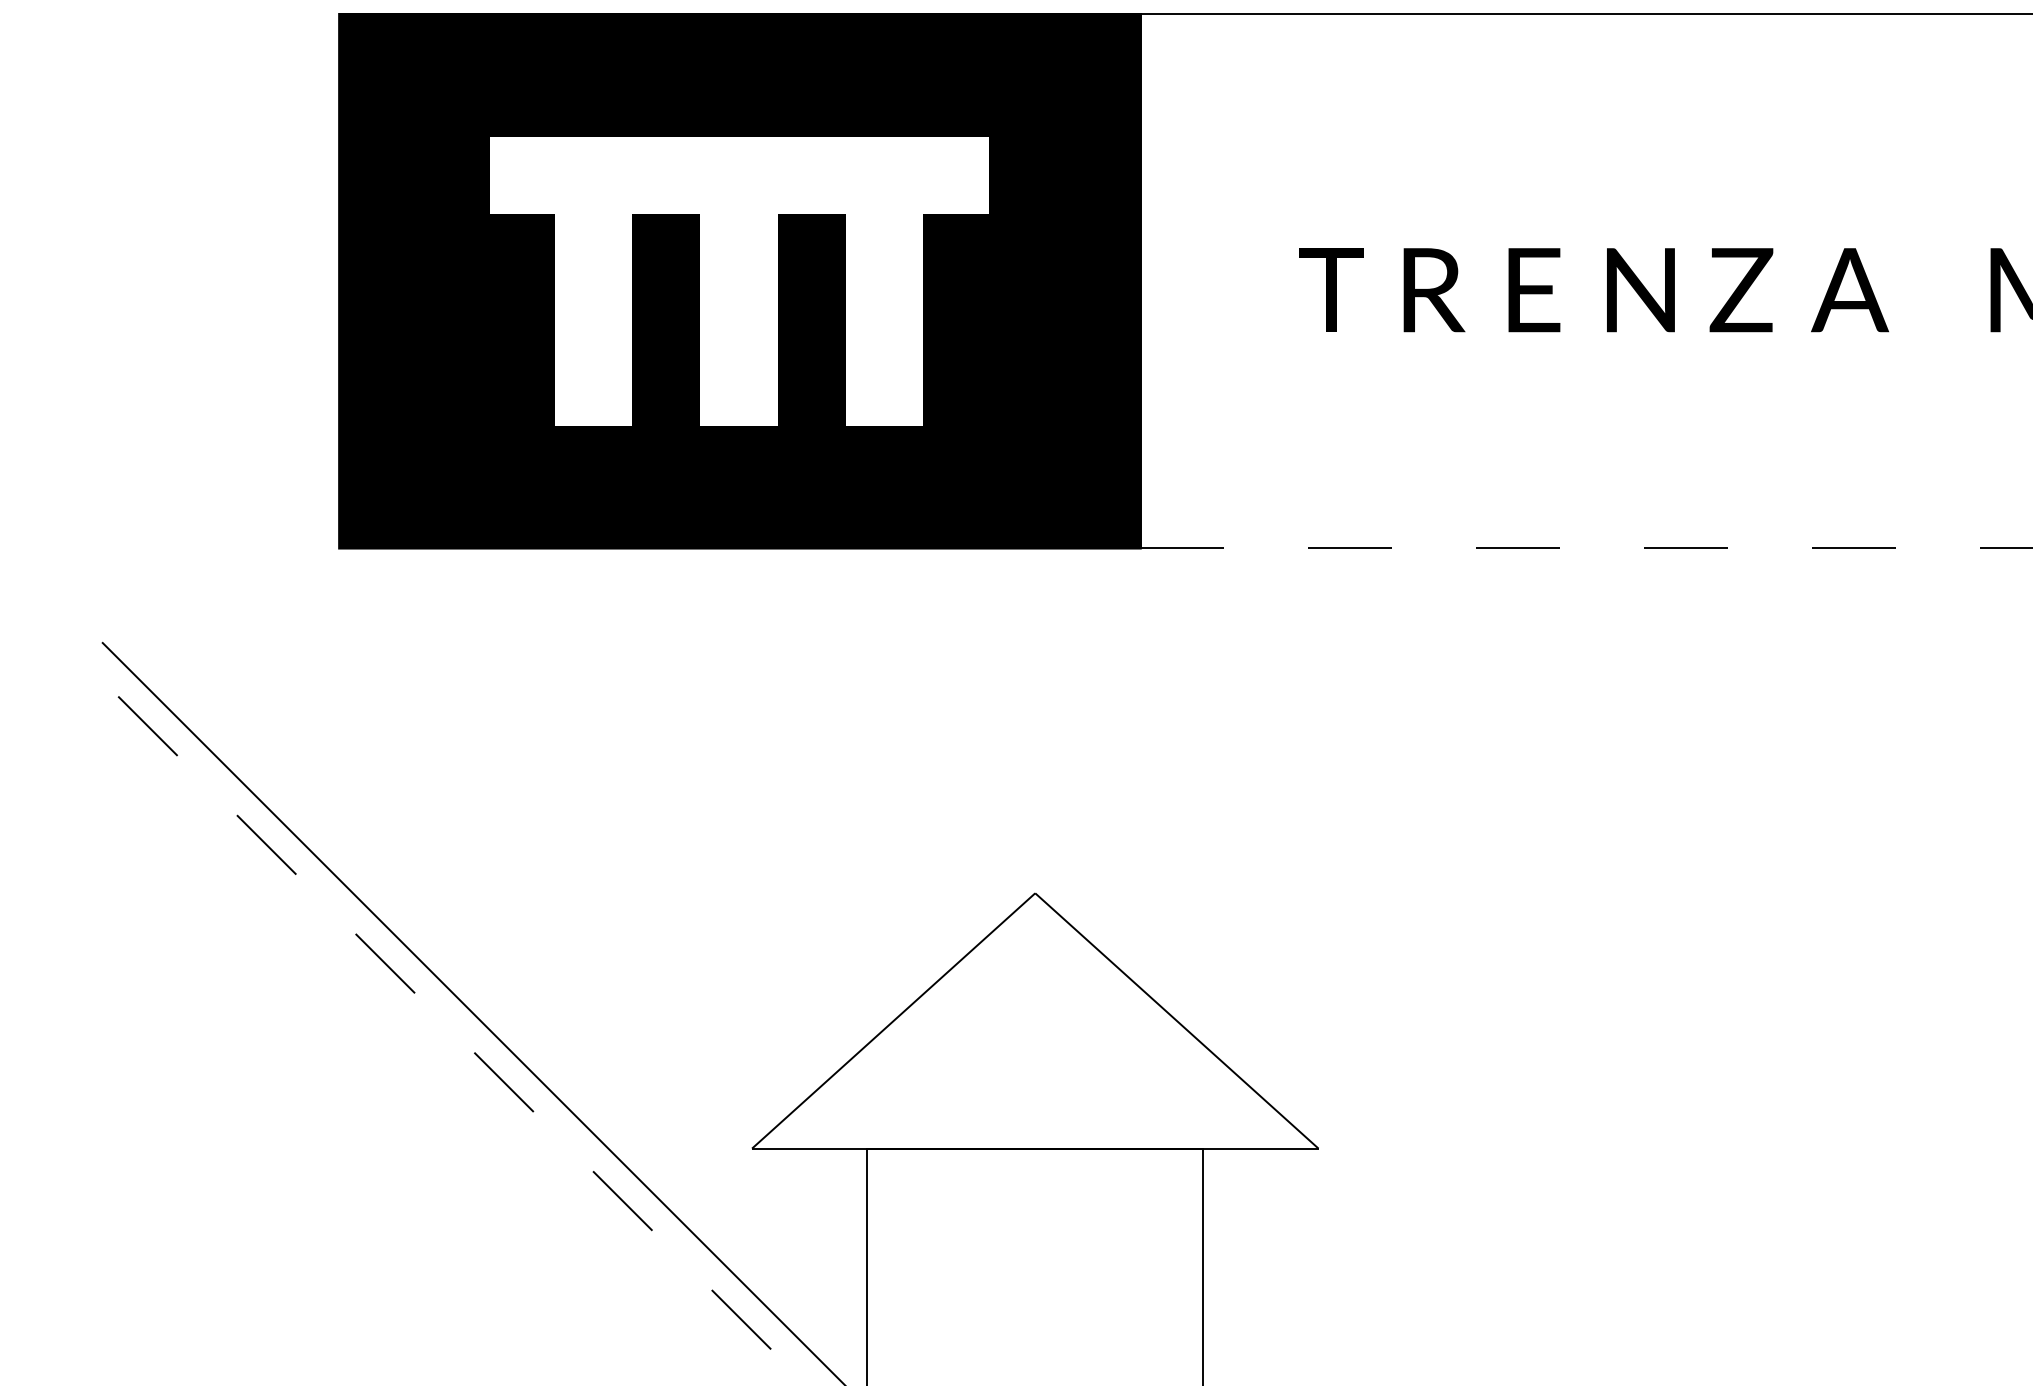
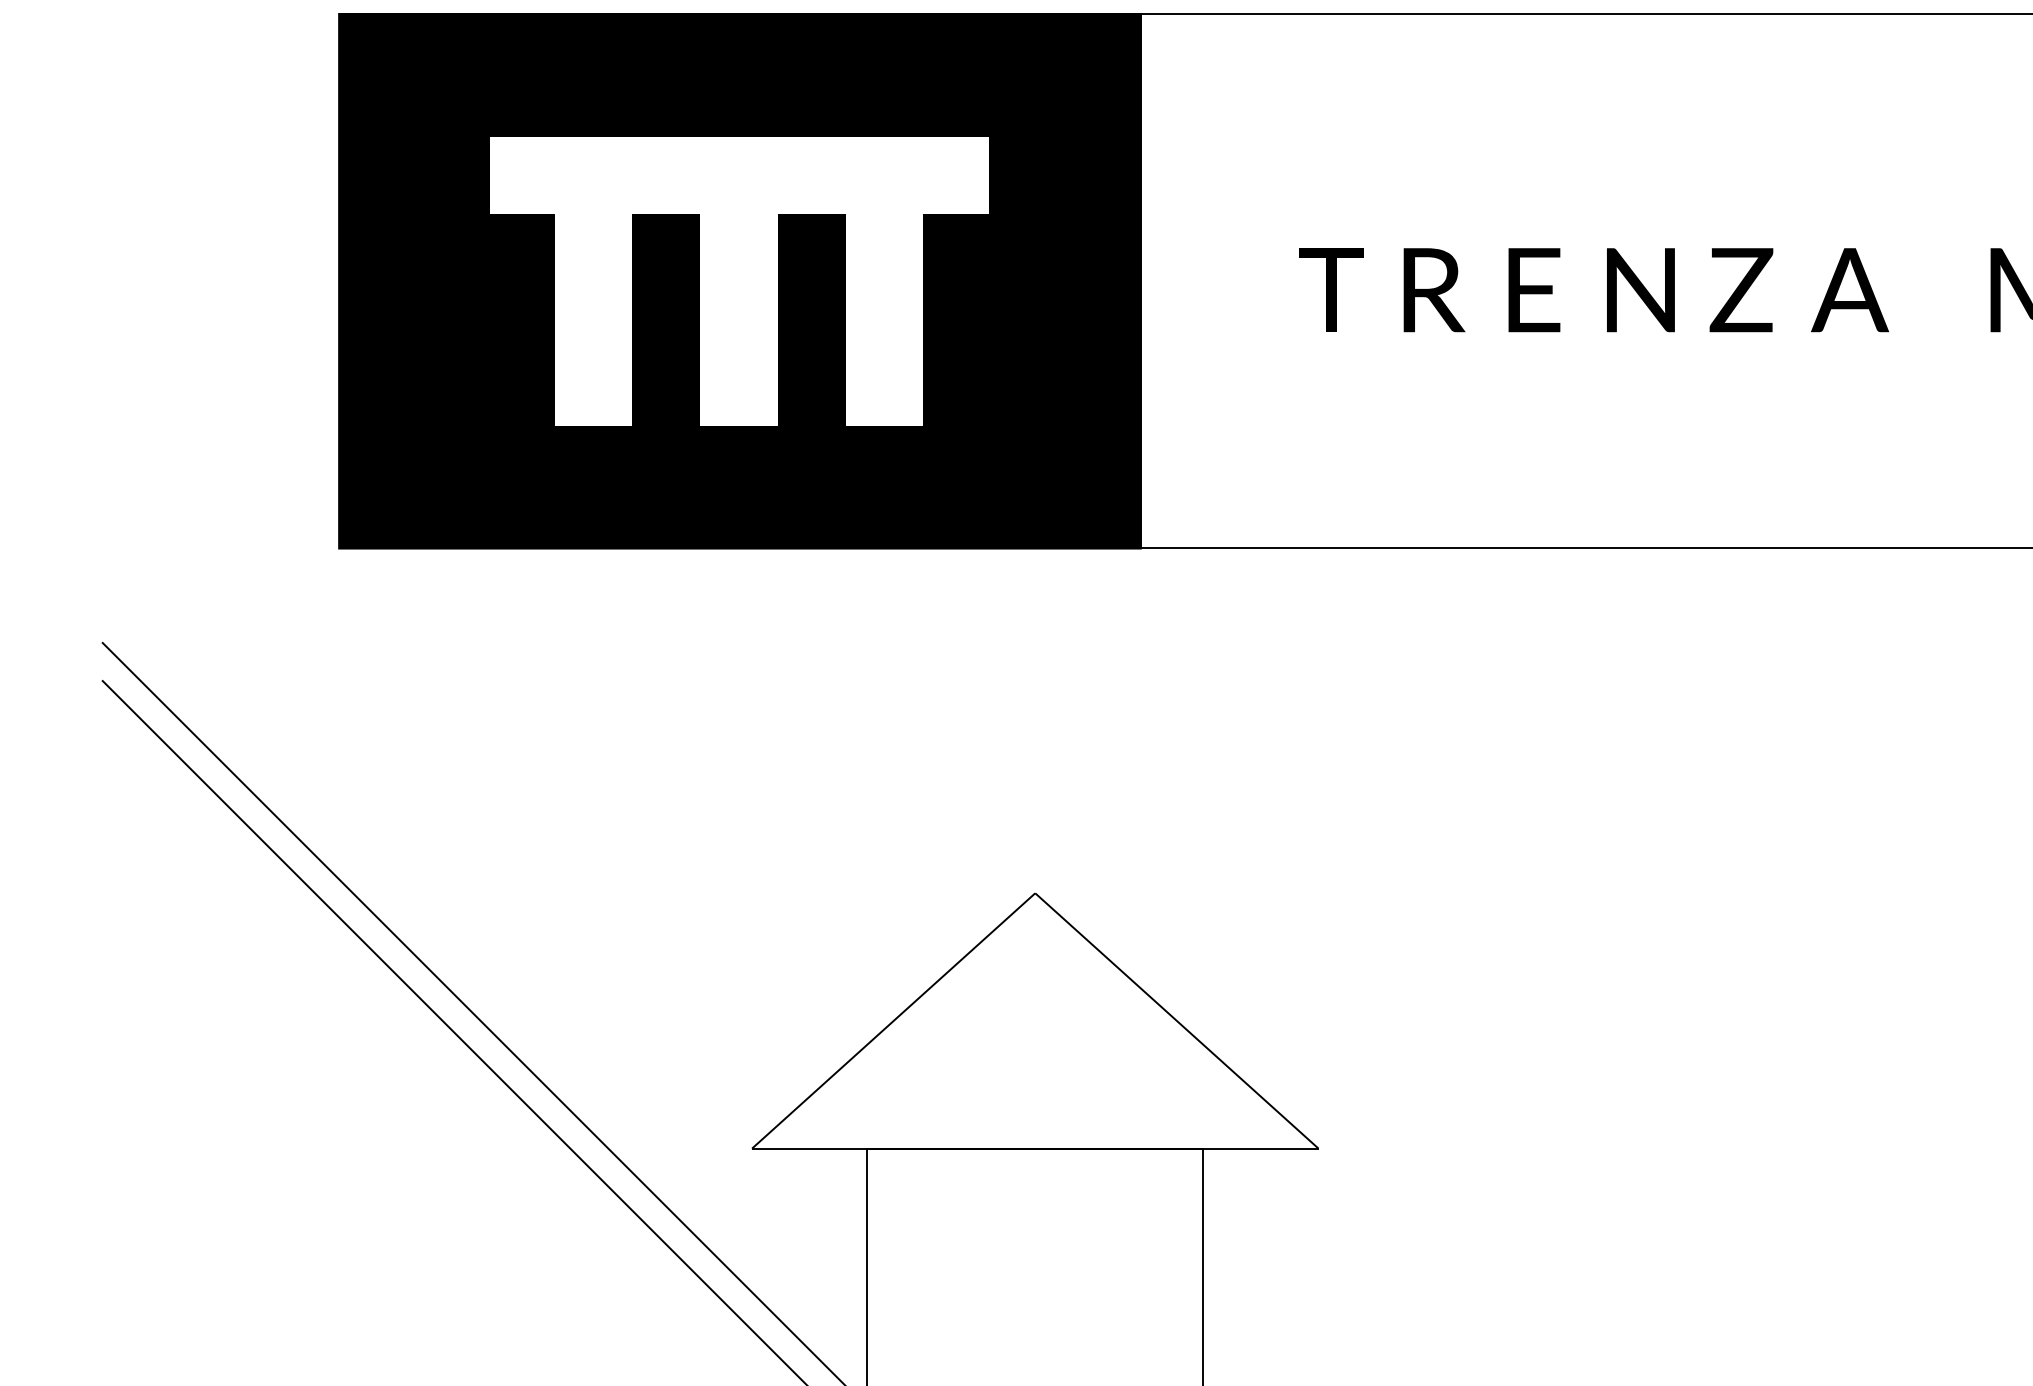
line at (1586, 548): dashed -> solid
line at (454, 1033): dashed -> solid
